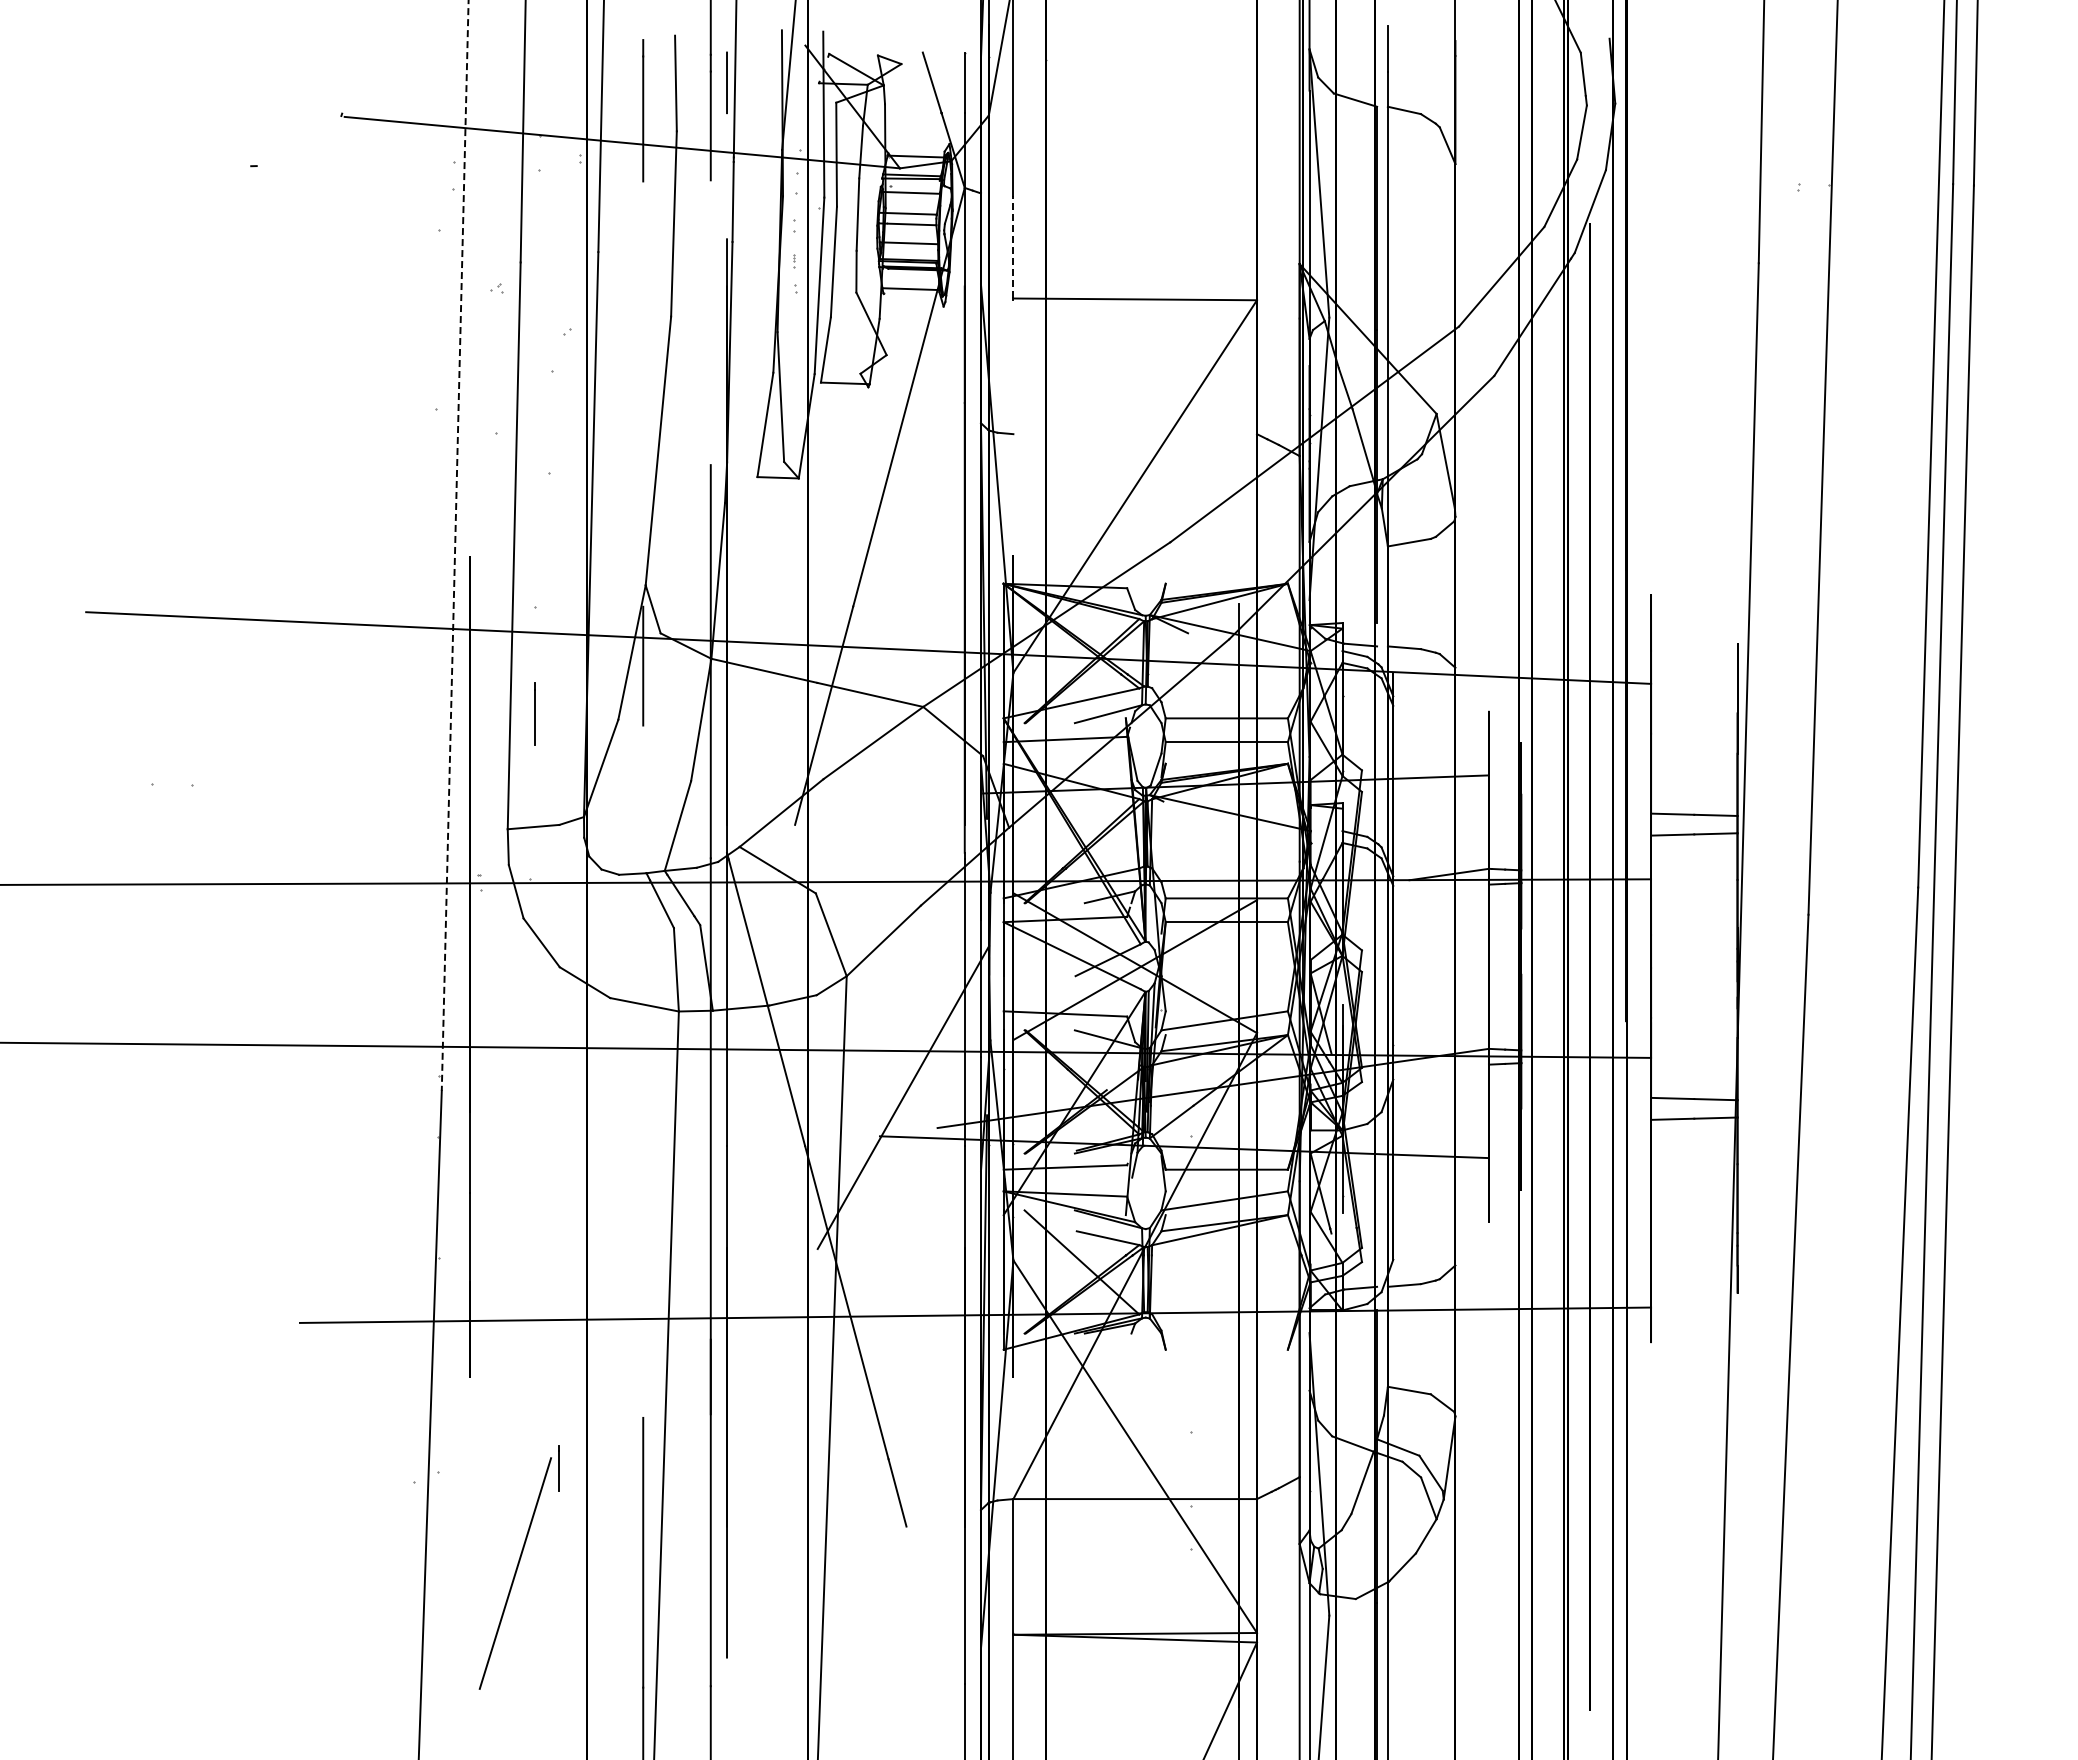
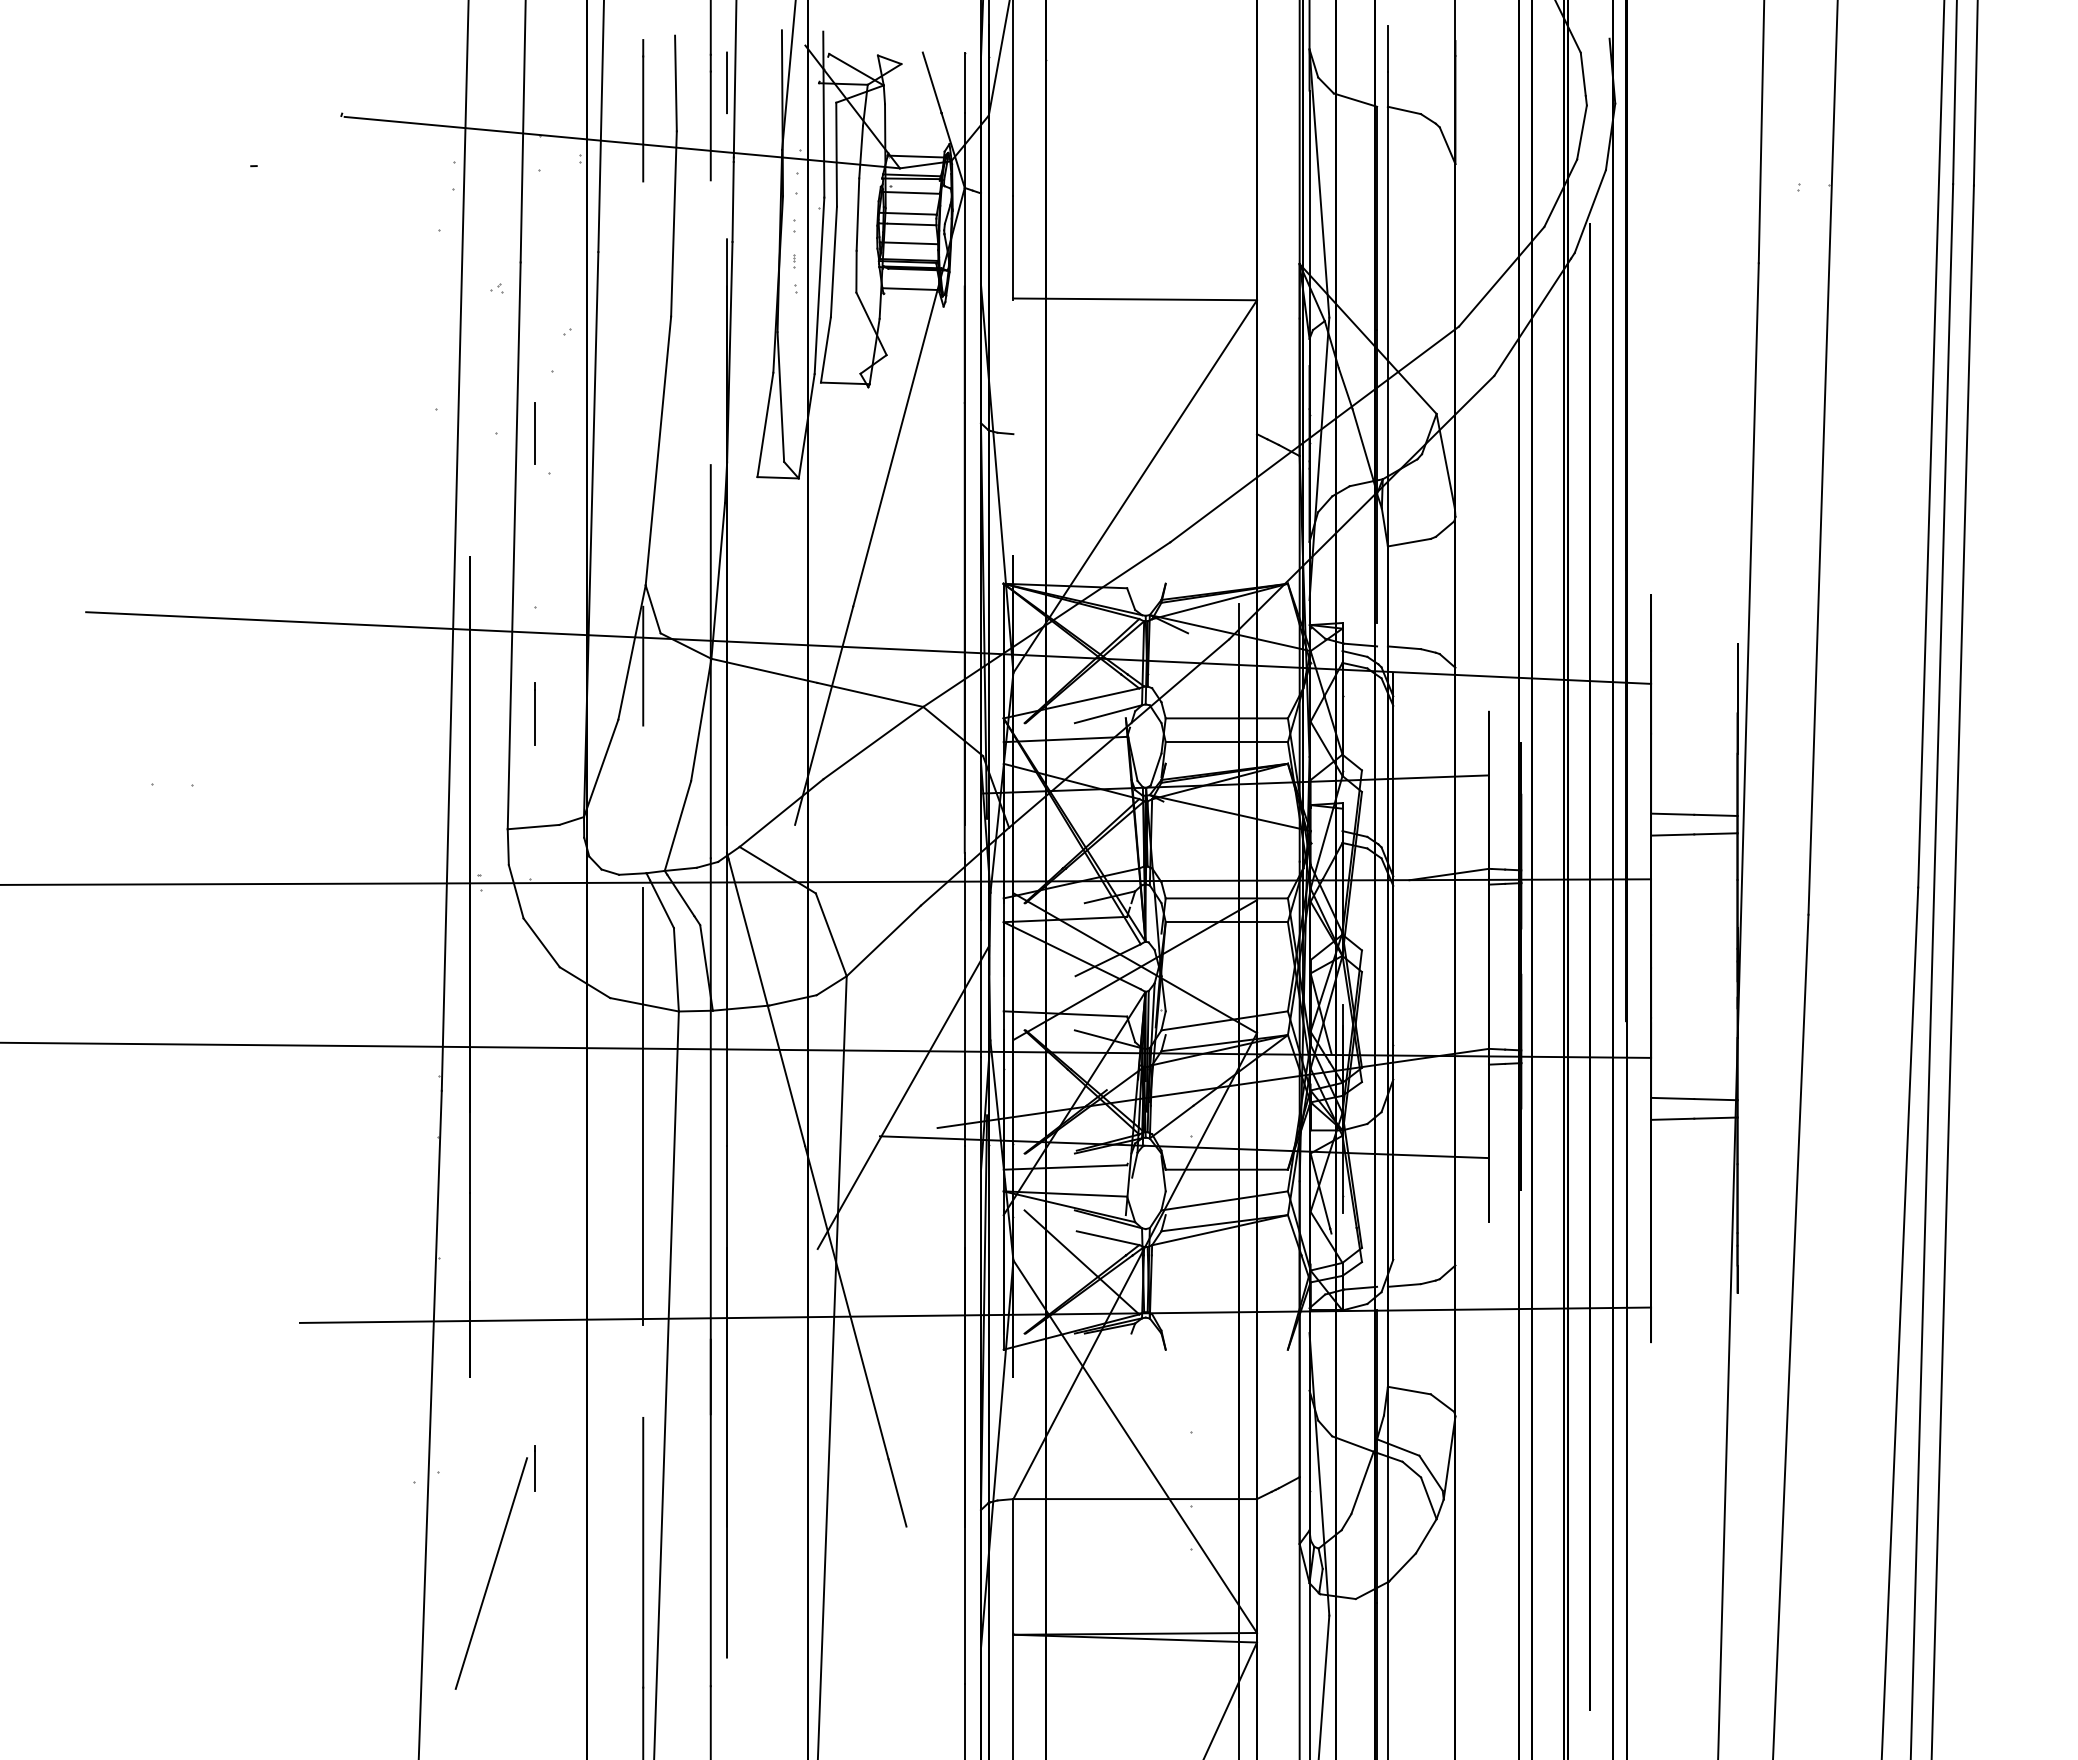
line at (1013, 246): dashed -> solid
line at (534, 433): none -> present
line at (455, 546): dashed -> solid
line at (643, 1106): none -> present
part at (518, 1567) position: (518, 1567) -> (494, 1567)
